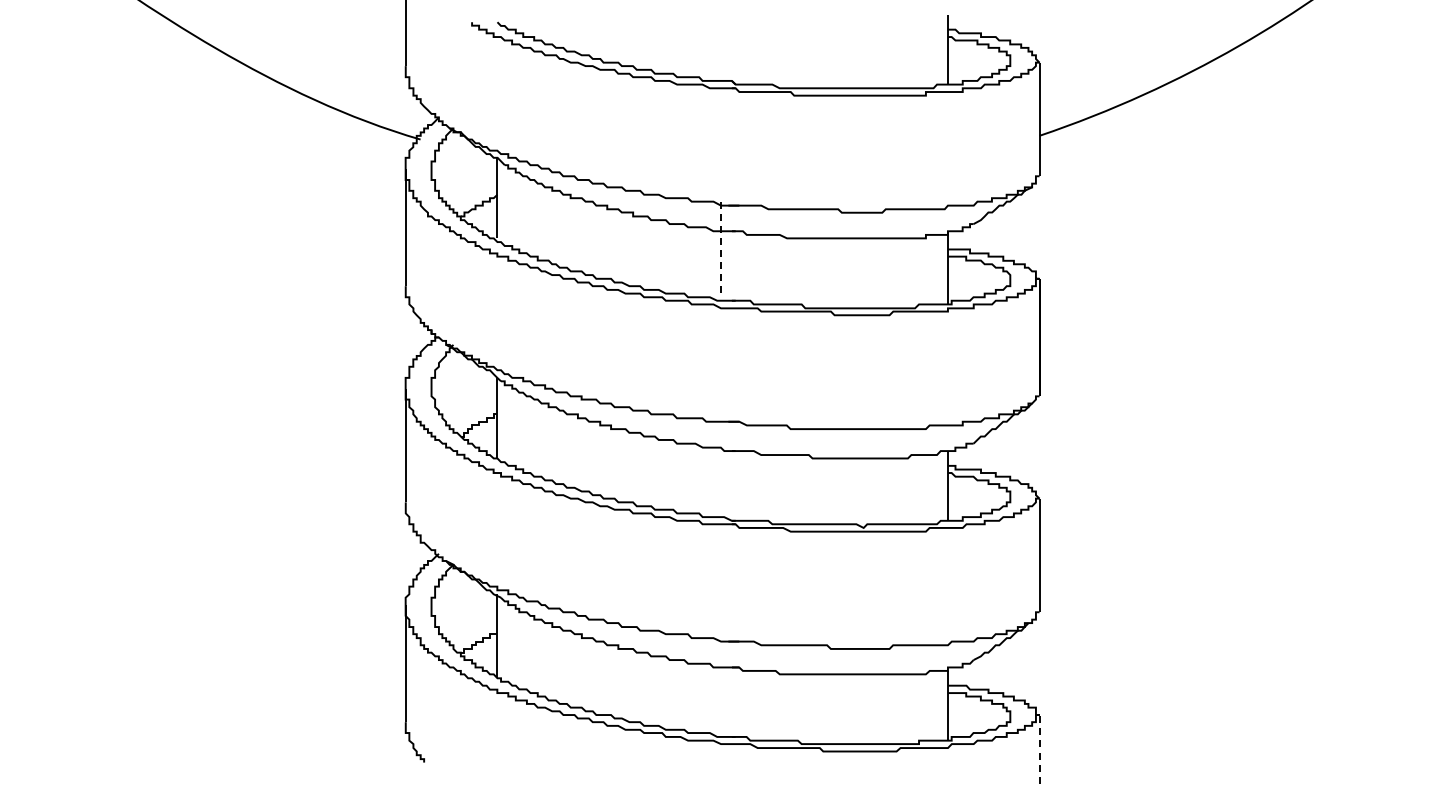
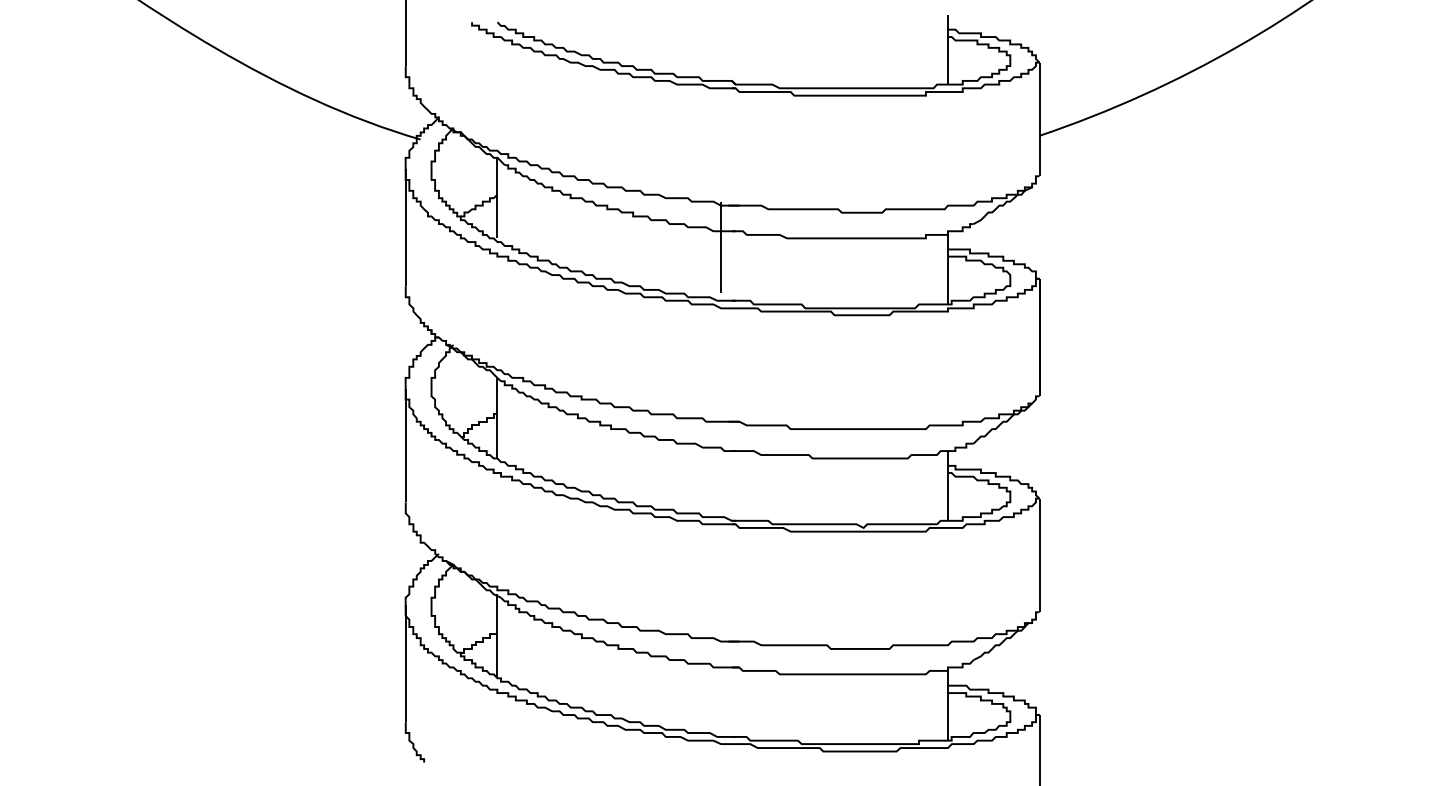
line at (720, 247): dashed -> solid
line at (1039, 749): dashed -> solid
